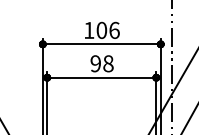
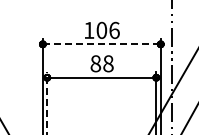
line at (101, 44): solid -> dashed
text at (95, 63): 98 -> 88
line at (47, 103): solid -> dashed
